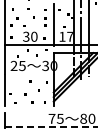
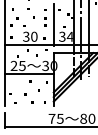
text at (65, 36): 17 -> 34
line at (28, 74): none -> present
line at (51, 127): dashed -> solid
